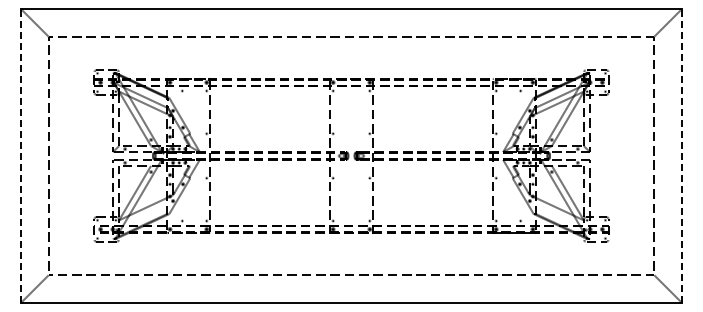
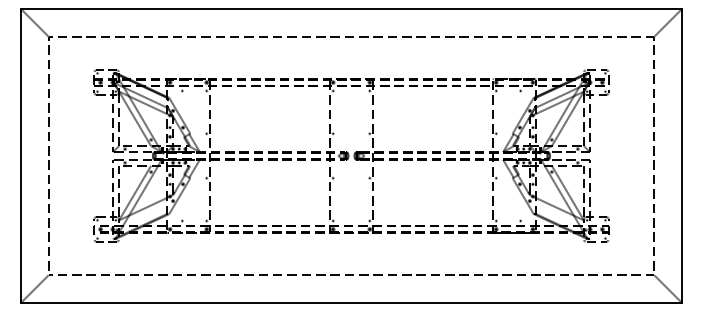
line at (21, 155): dashed -> solid
line at (681, 155): dashed -> solid
